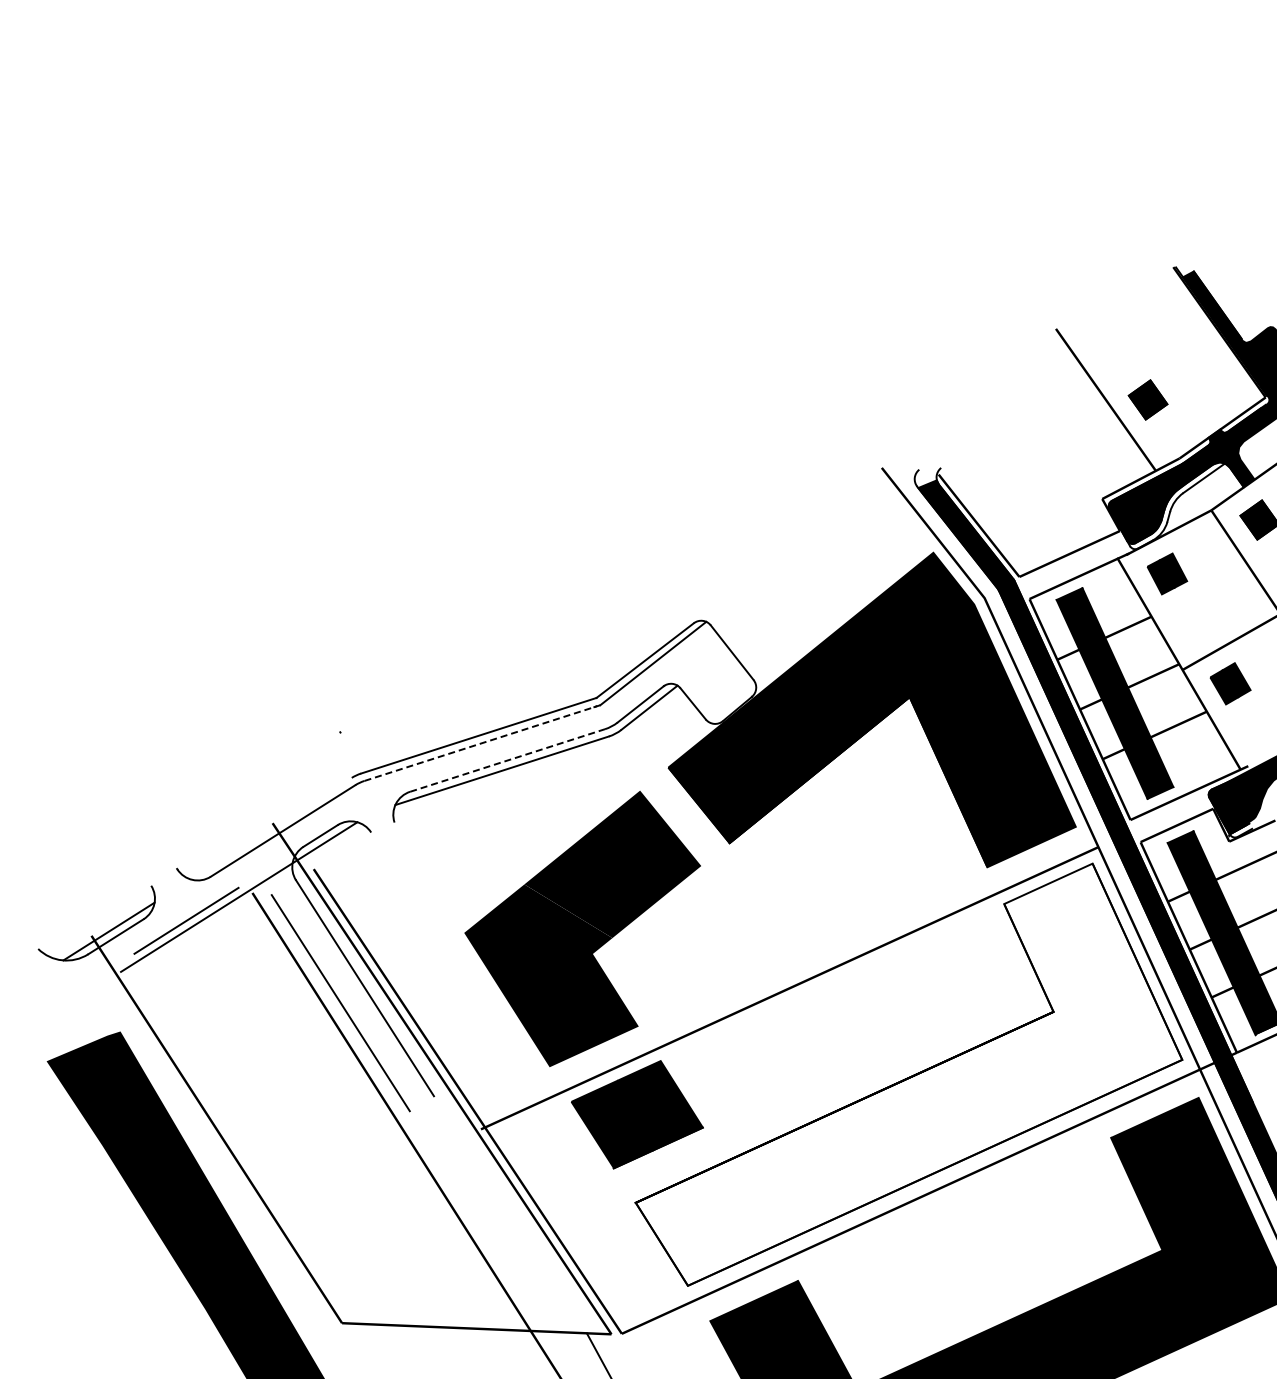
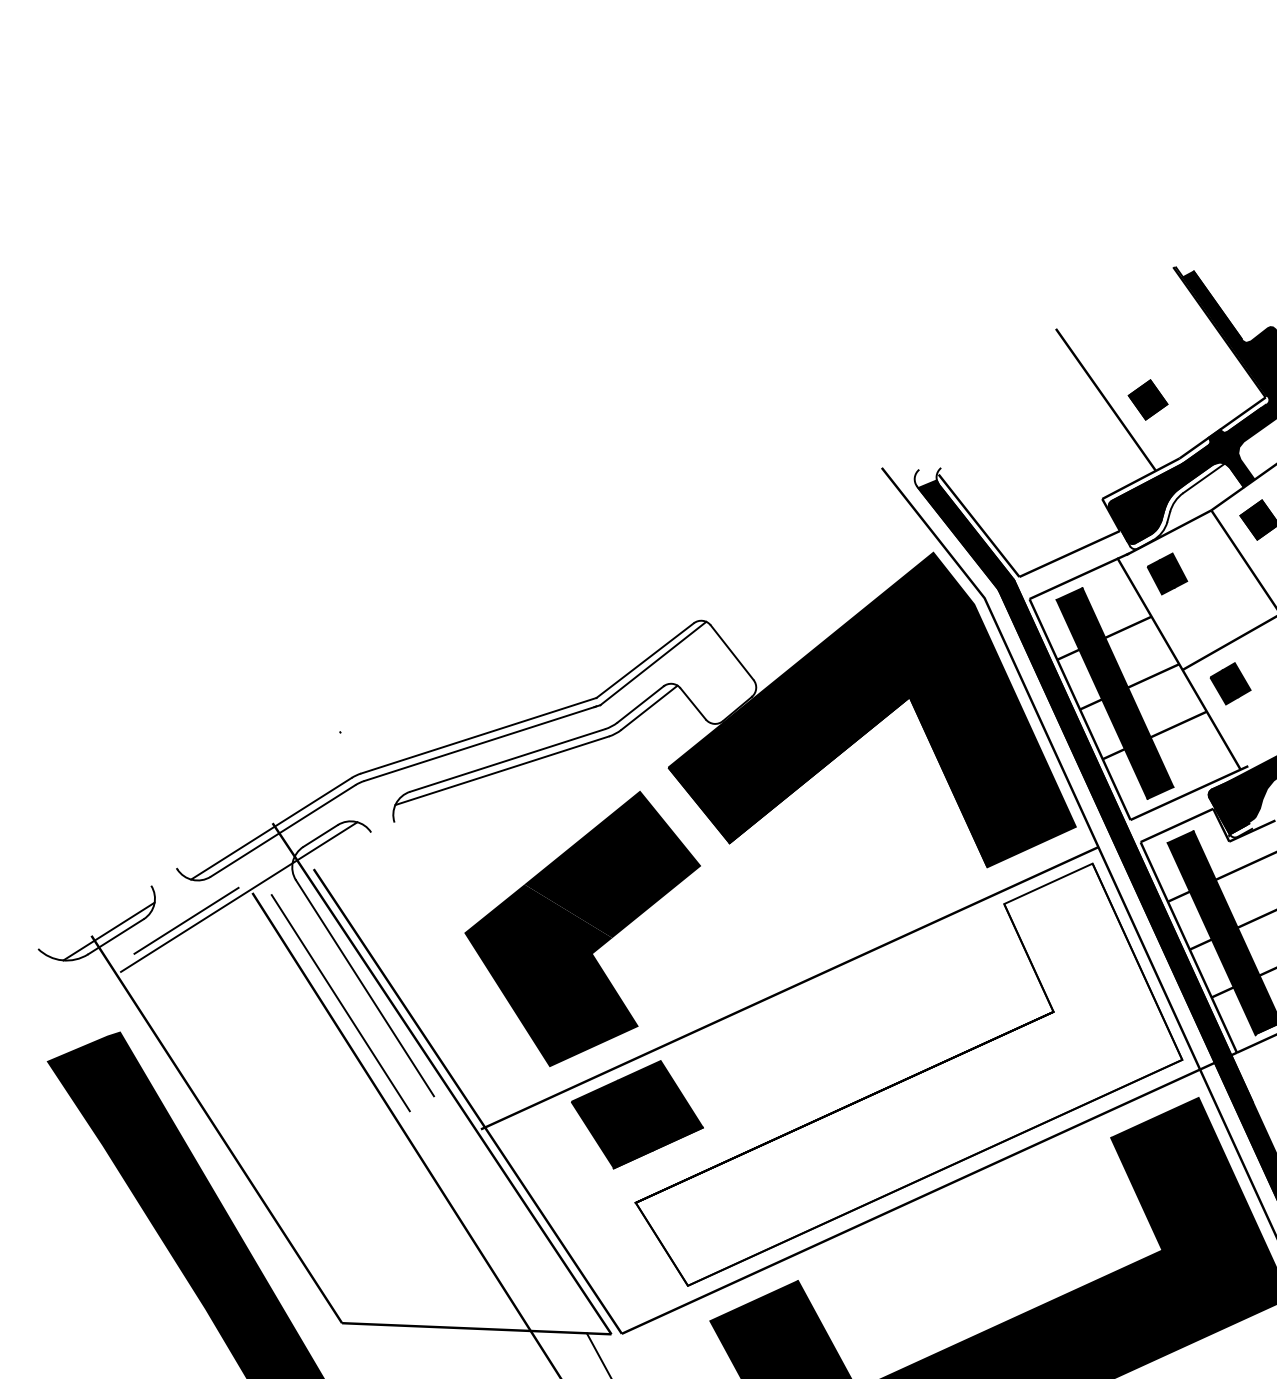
line at (482, 743): dashed -> solid
line at (508, 760): dashed -> solid
line at (271, 828): none -> present
